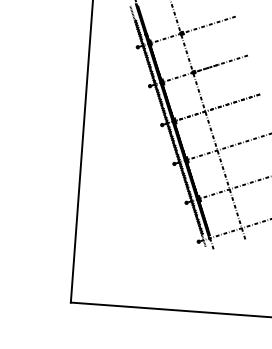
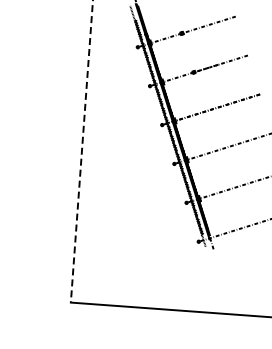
line at (208, 120): present -> none
line at (81, 152): solid -> dashed
